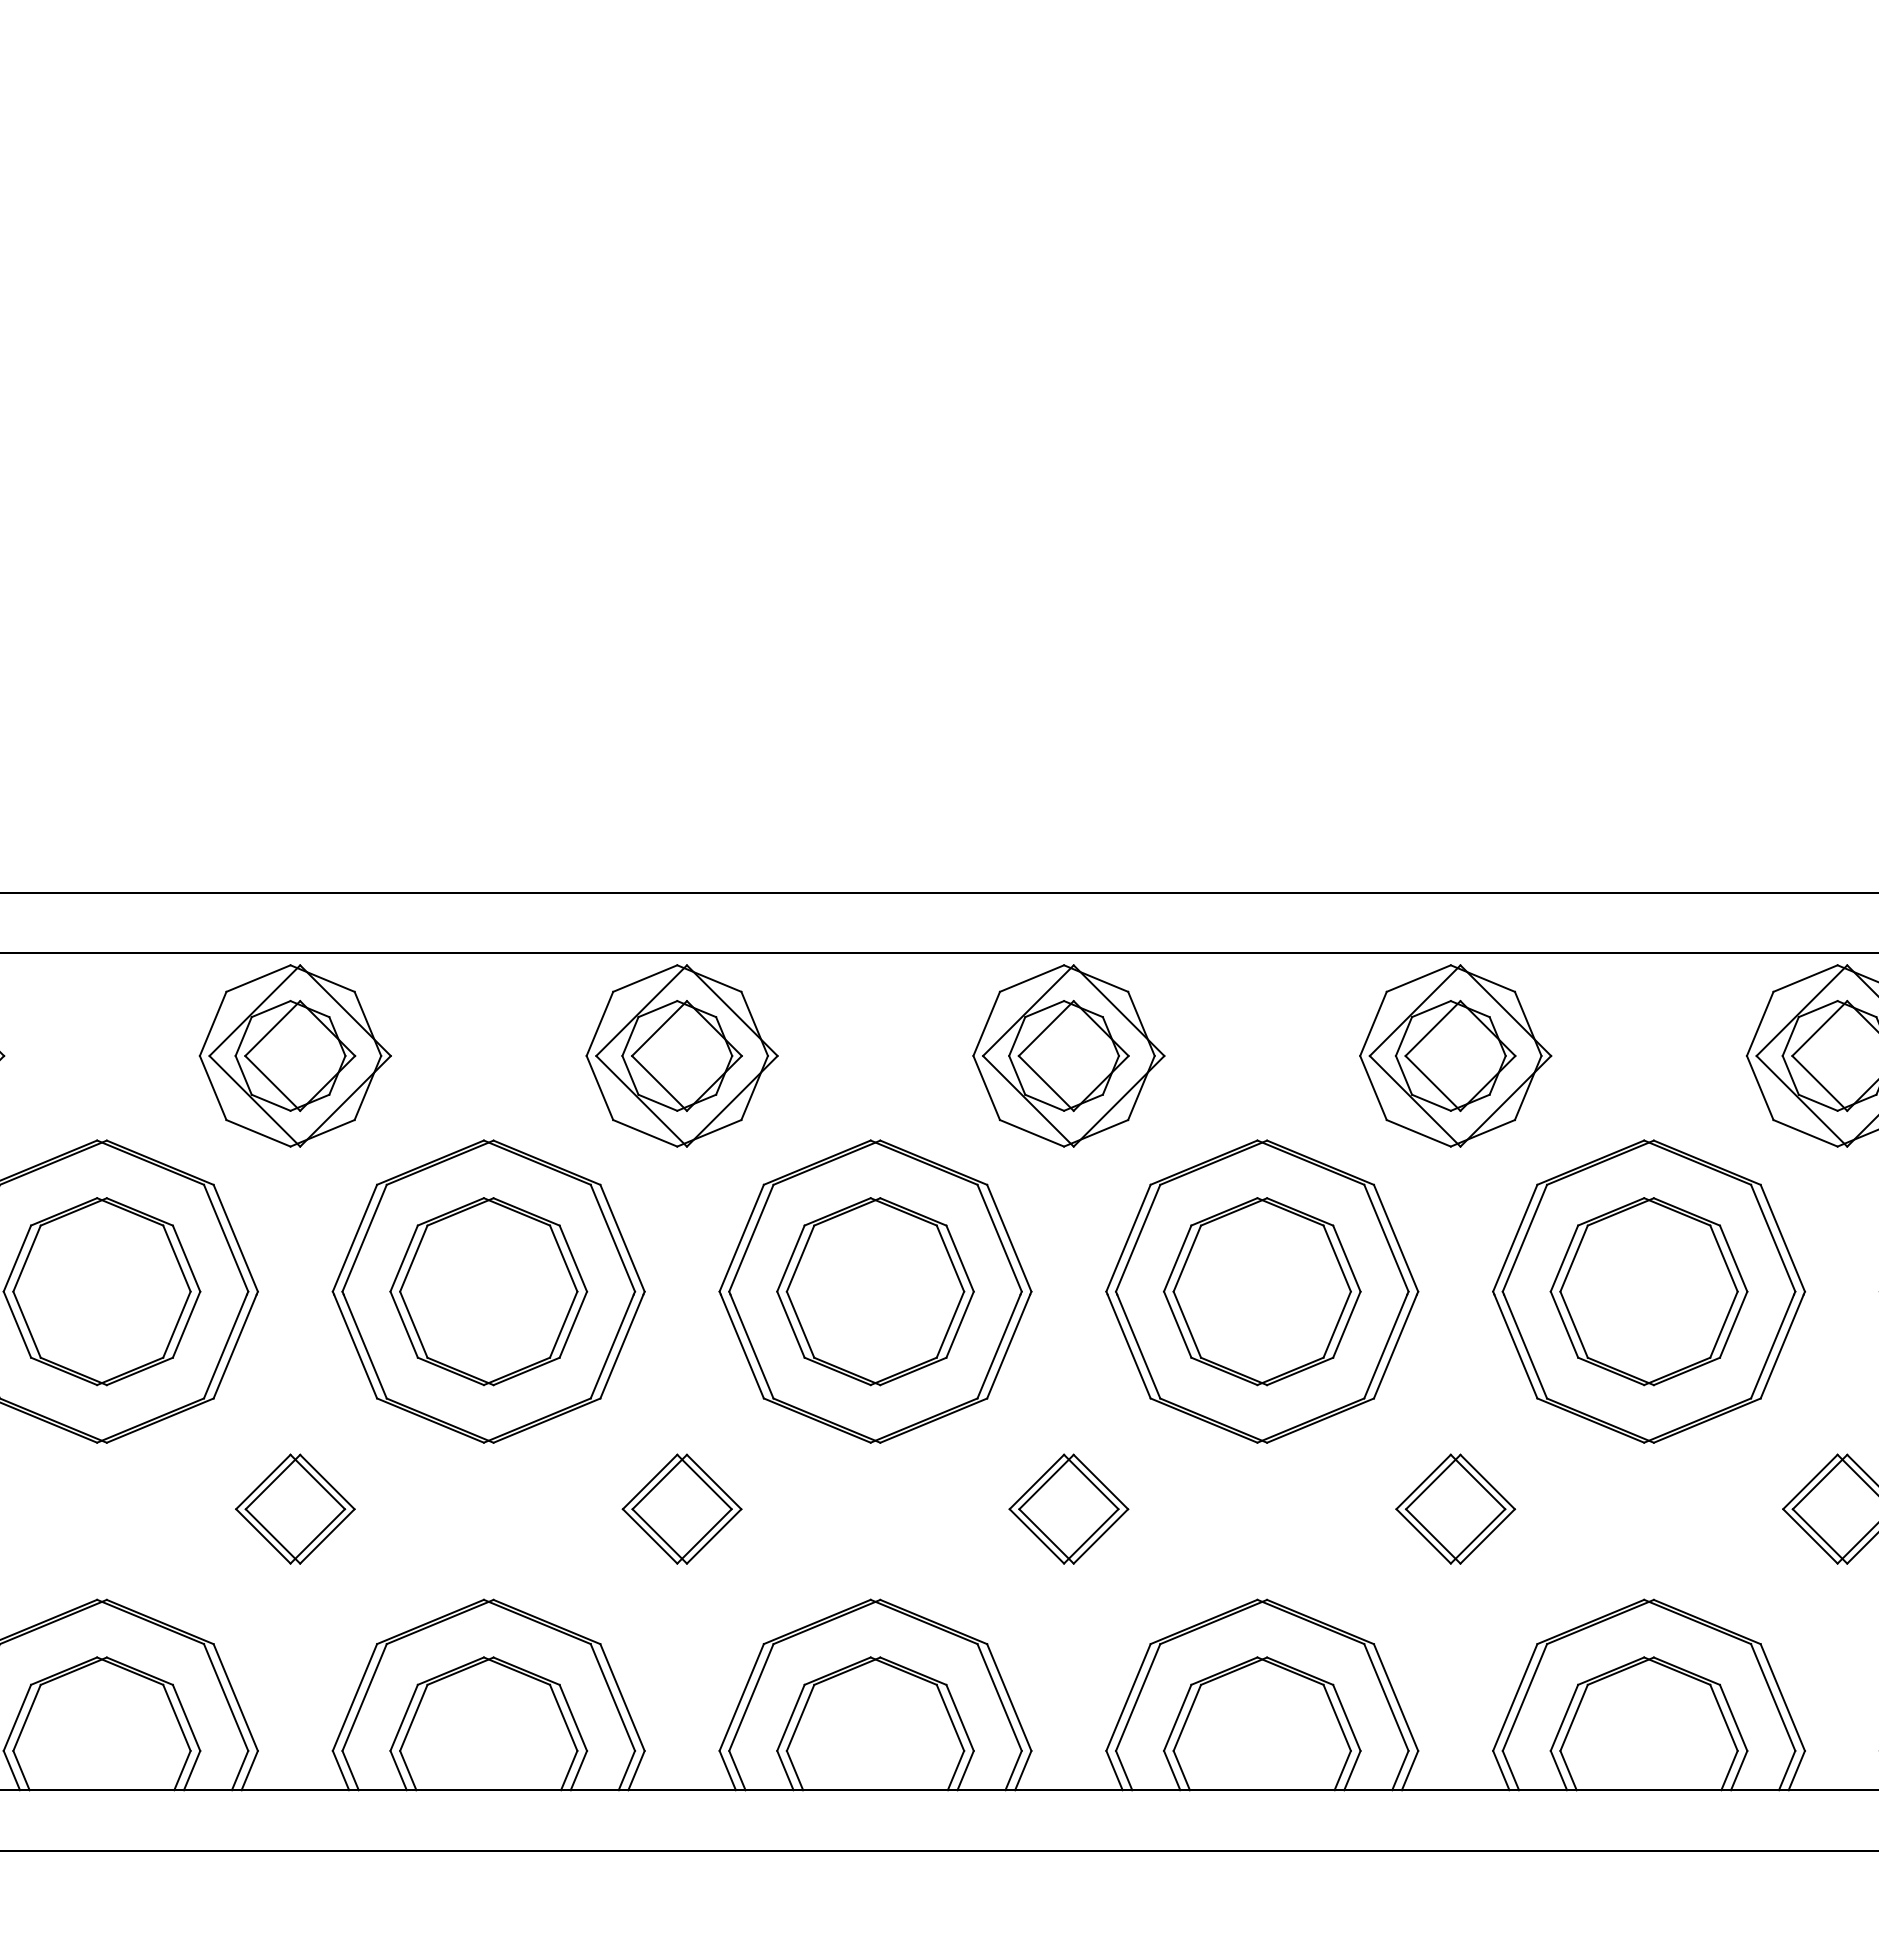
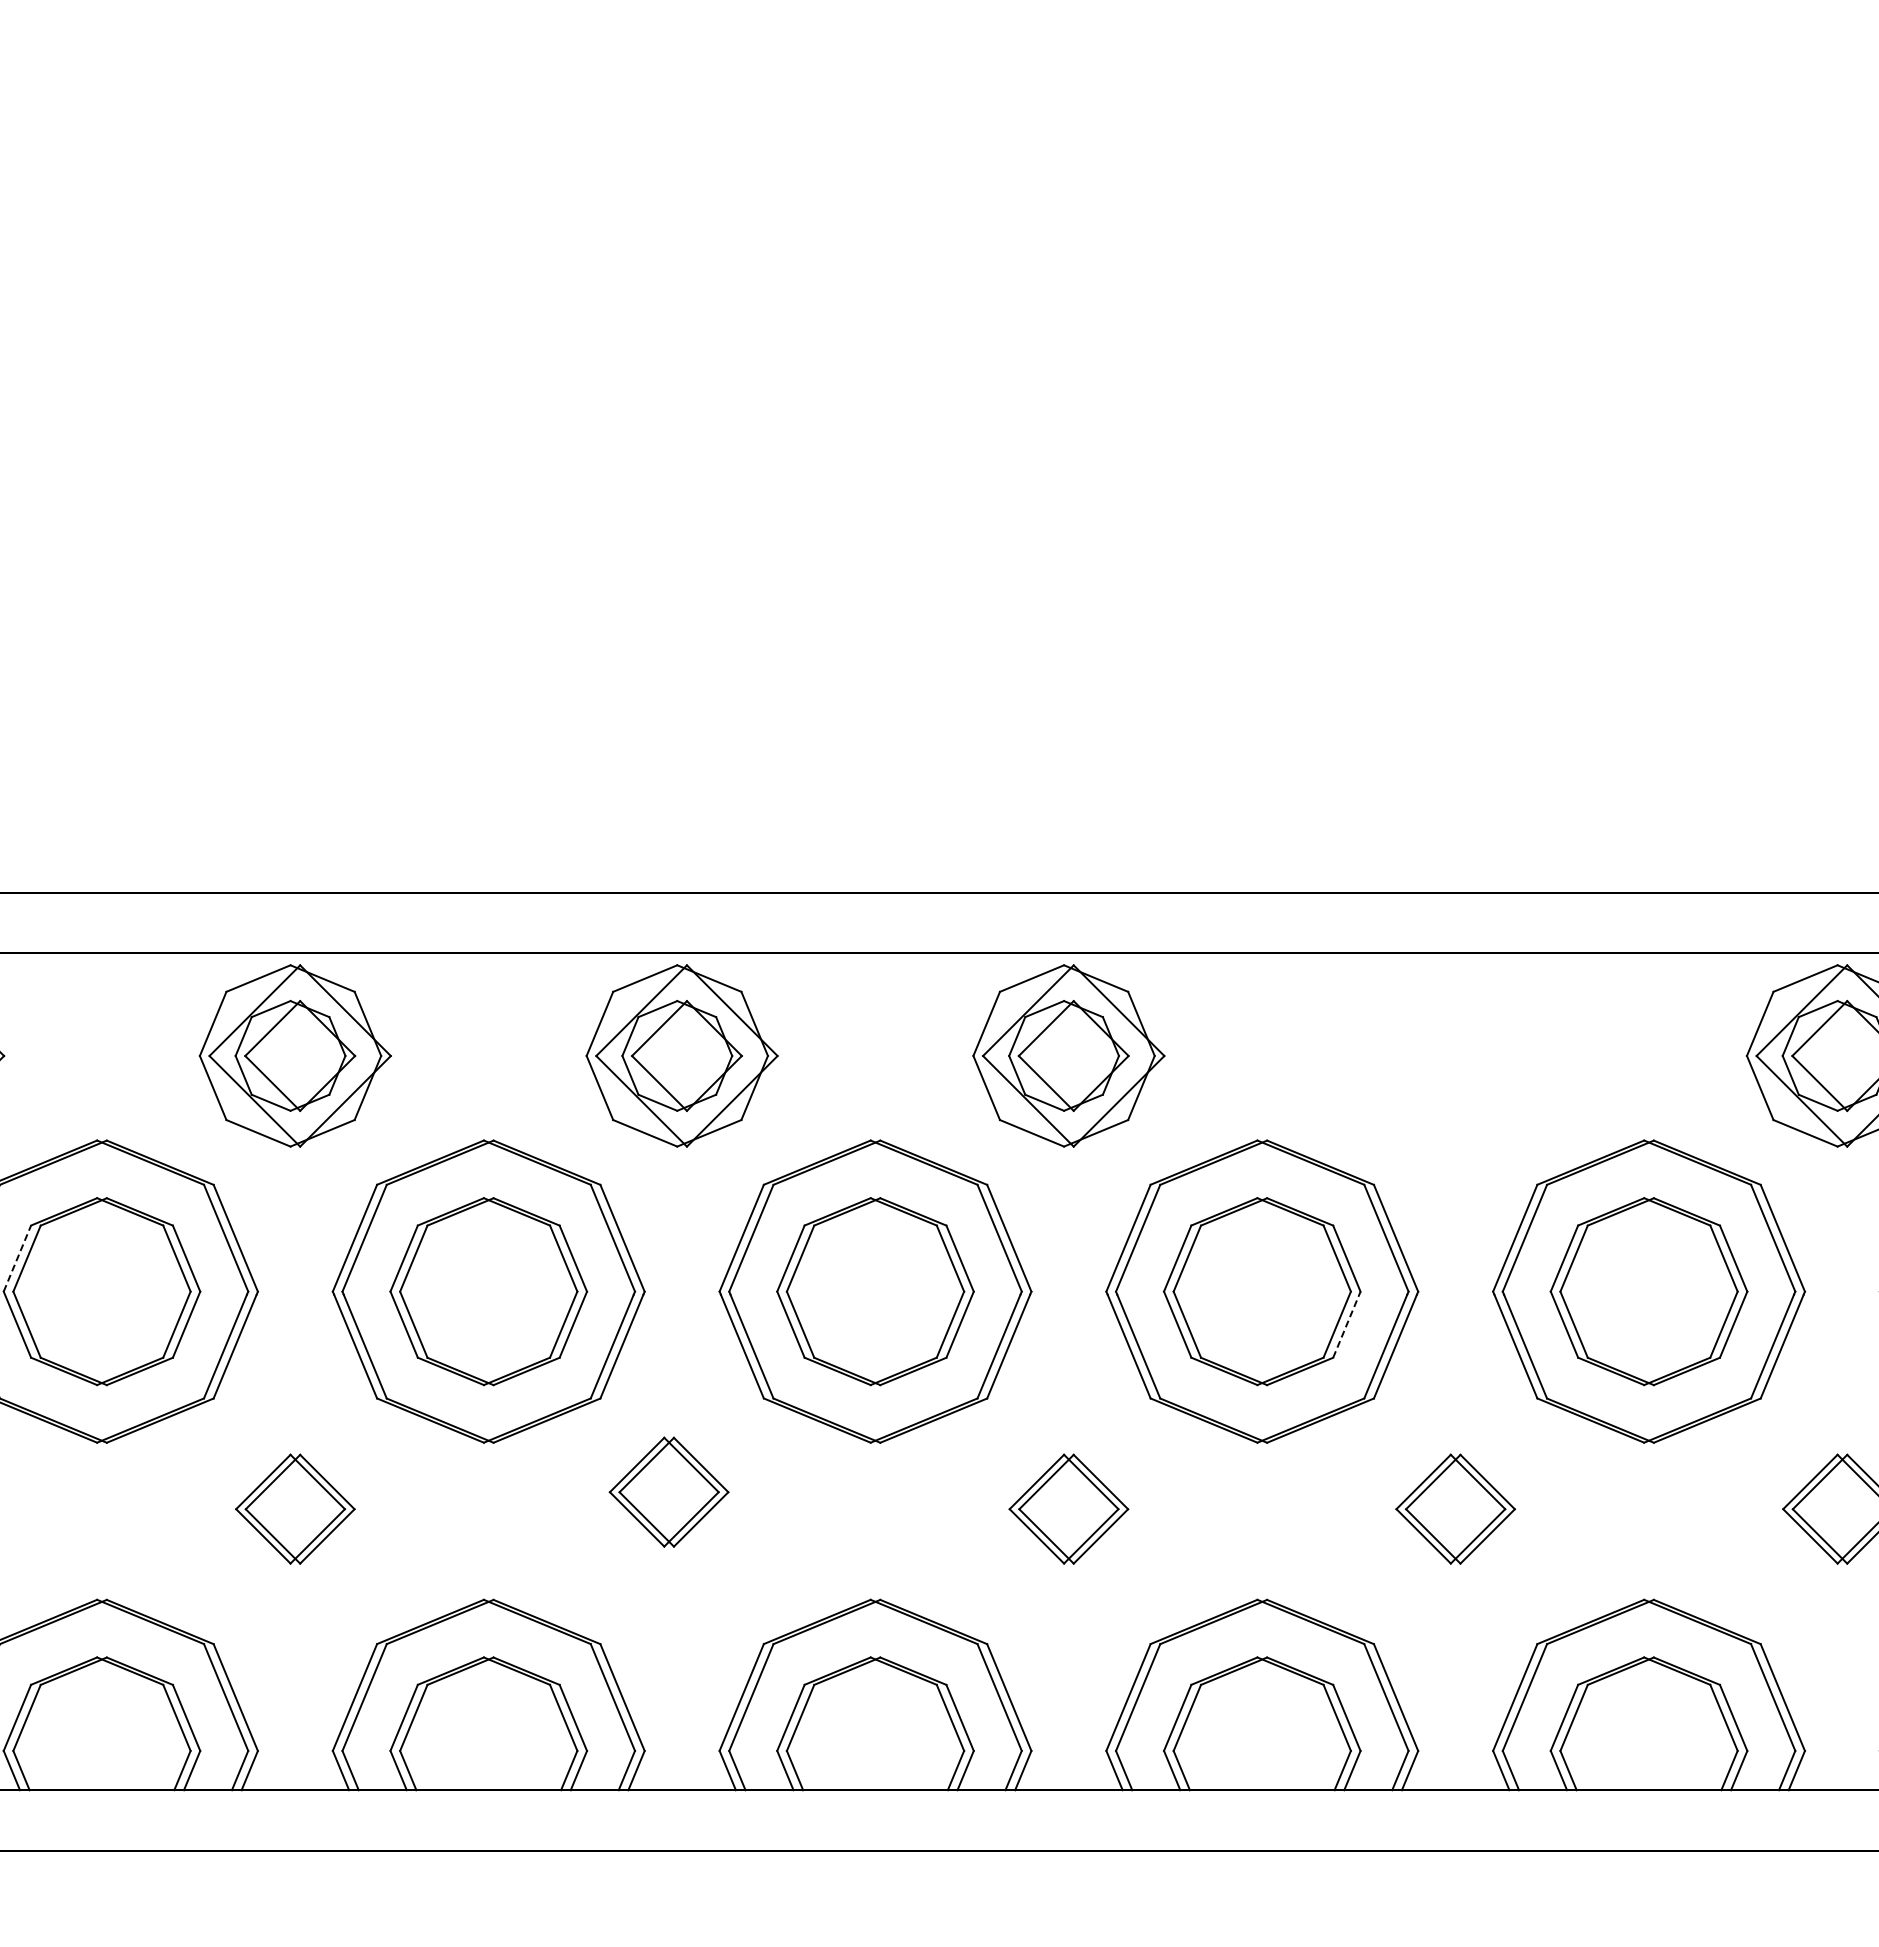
part at (1455, 1055): present -> none
line at (17, 1258): solid -> dashed
line at (1346, 1324): solid -> dashed
part at (681, 1508) position: (681, 1508) -> (668, 1491)
